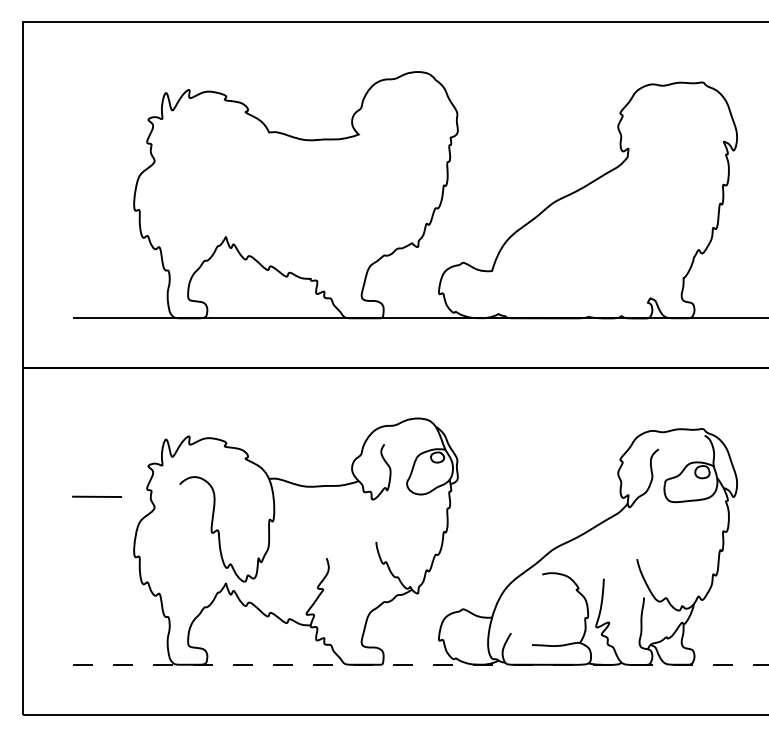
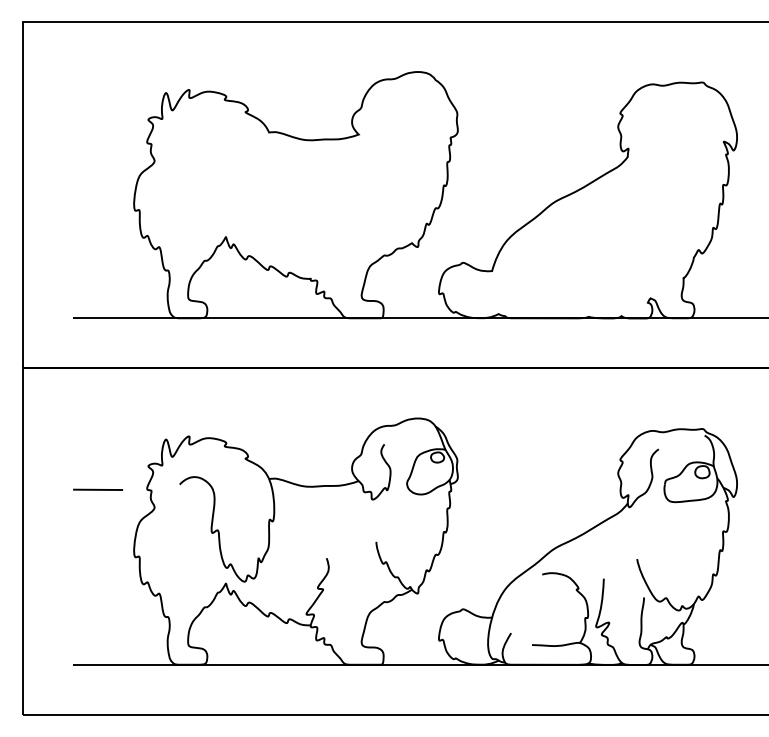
line at (96, 496) position: (96, 496) -> (97, 489)
line at (421, 664): dashed -> solid
